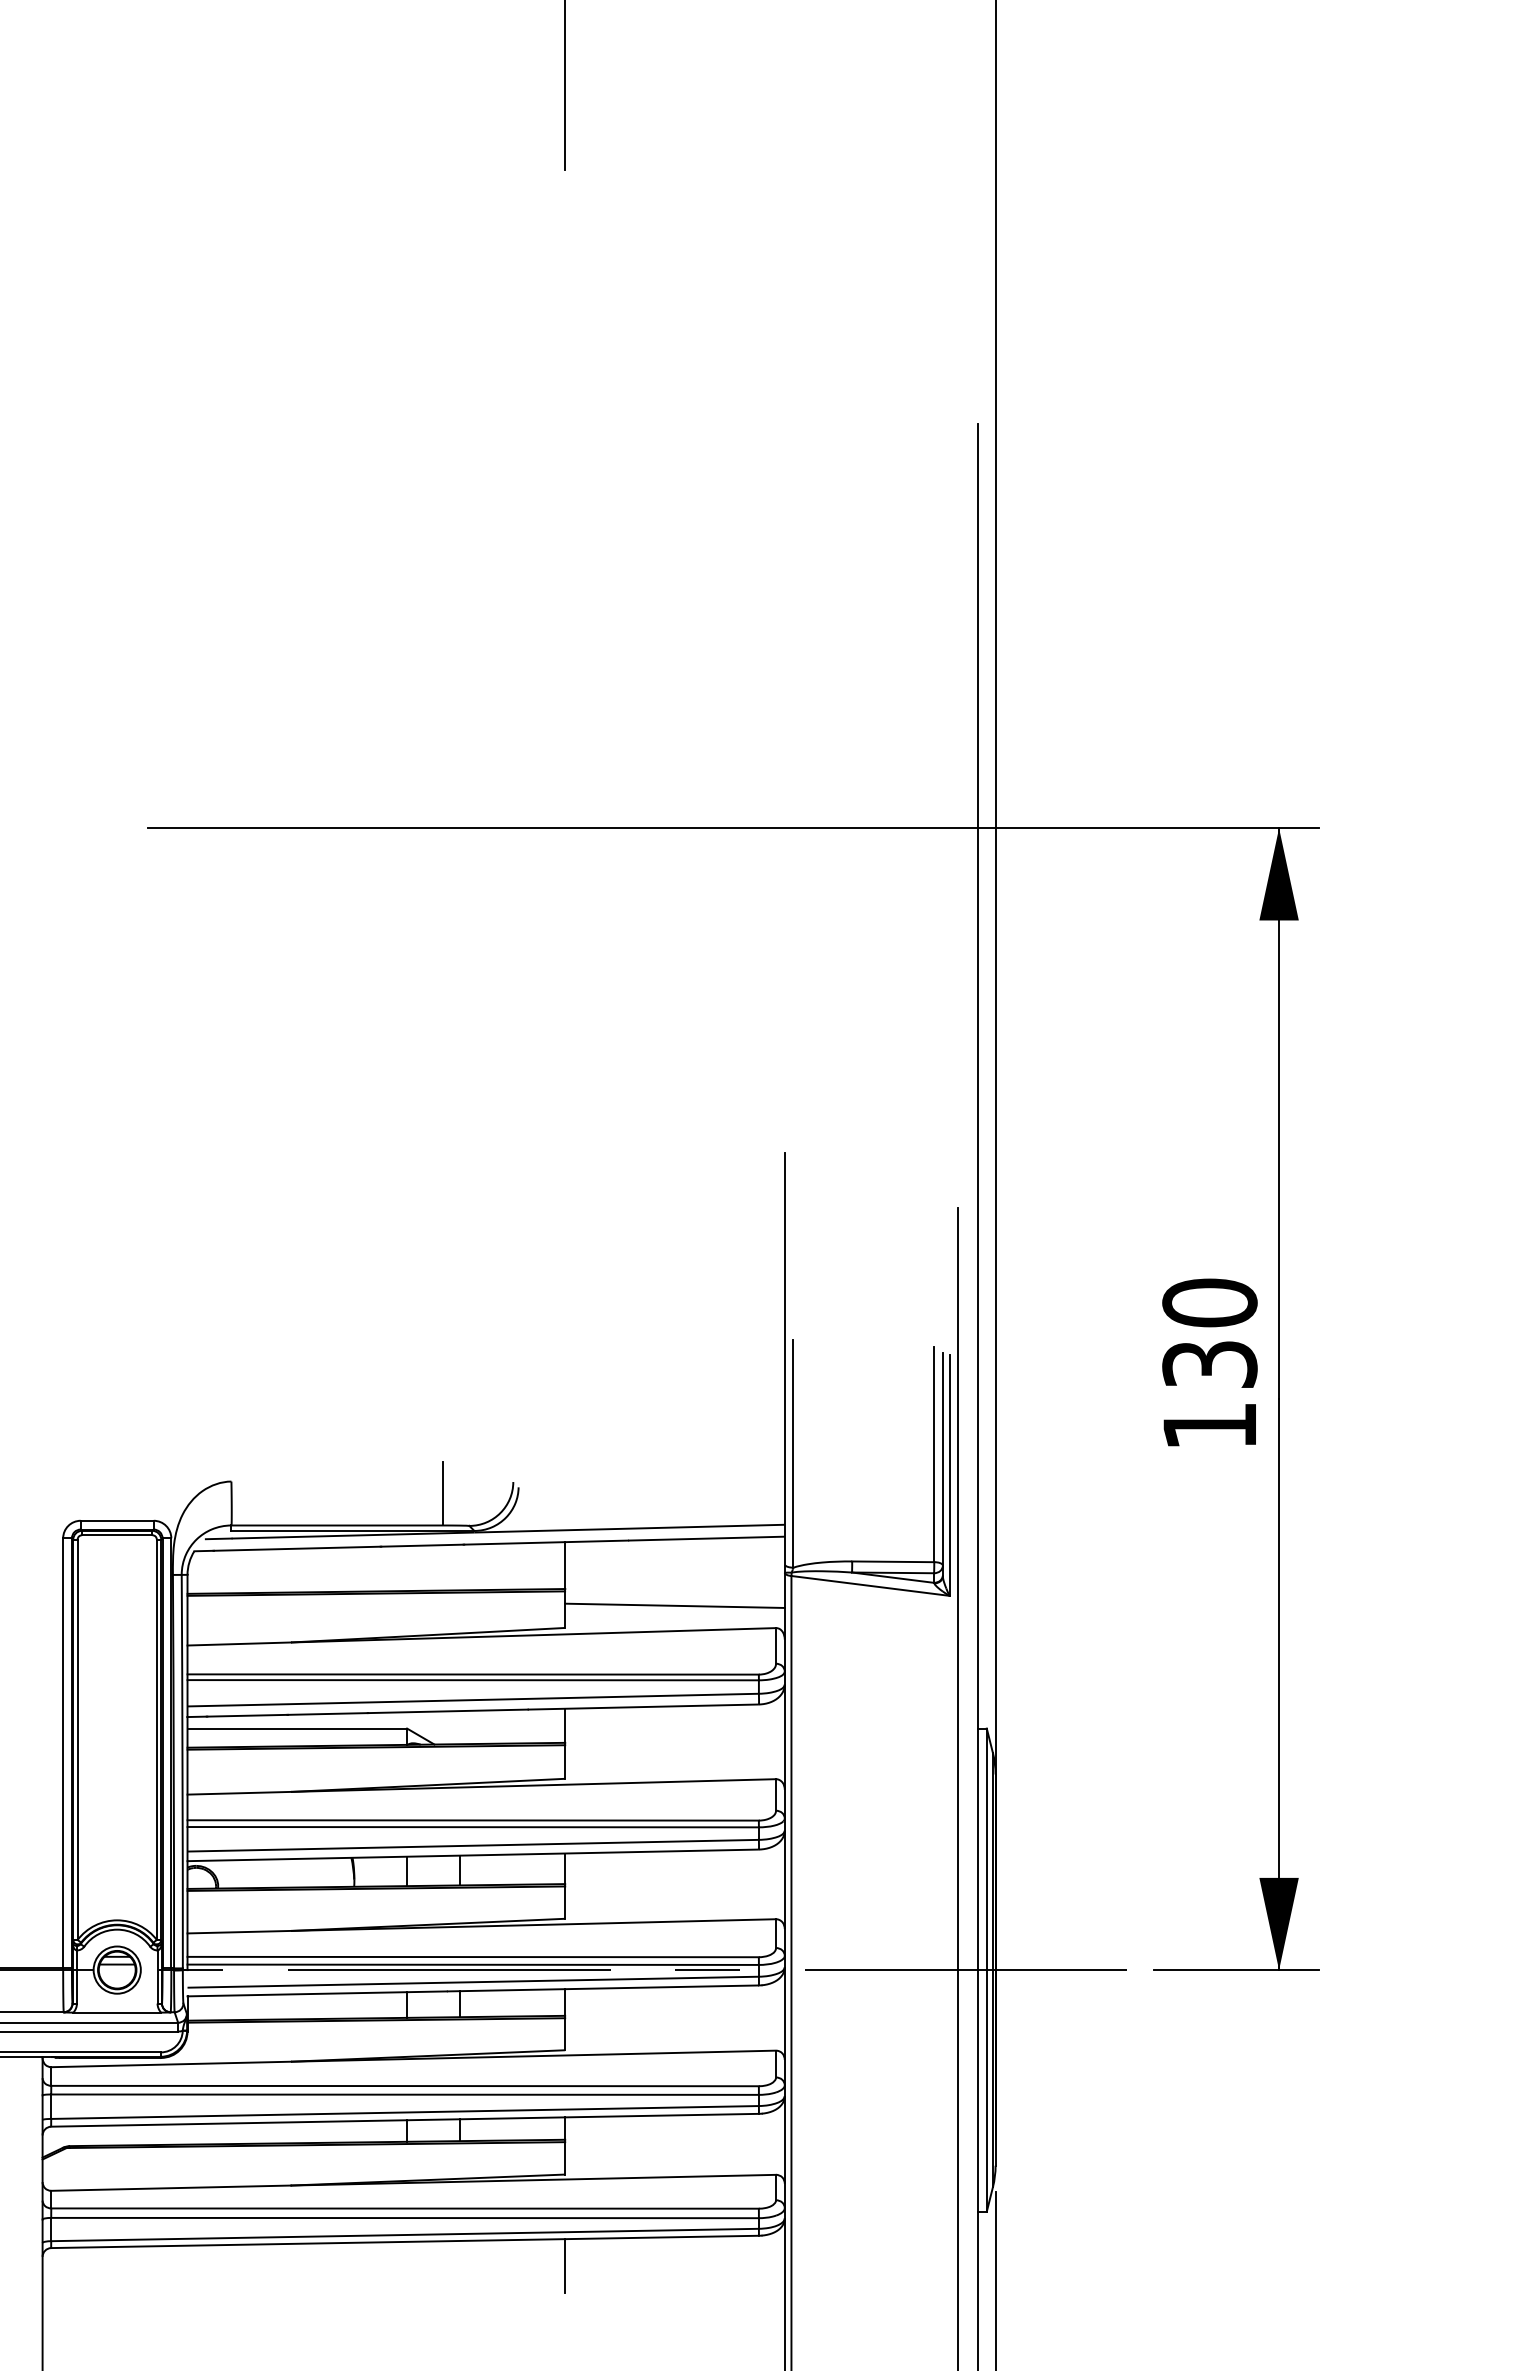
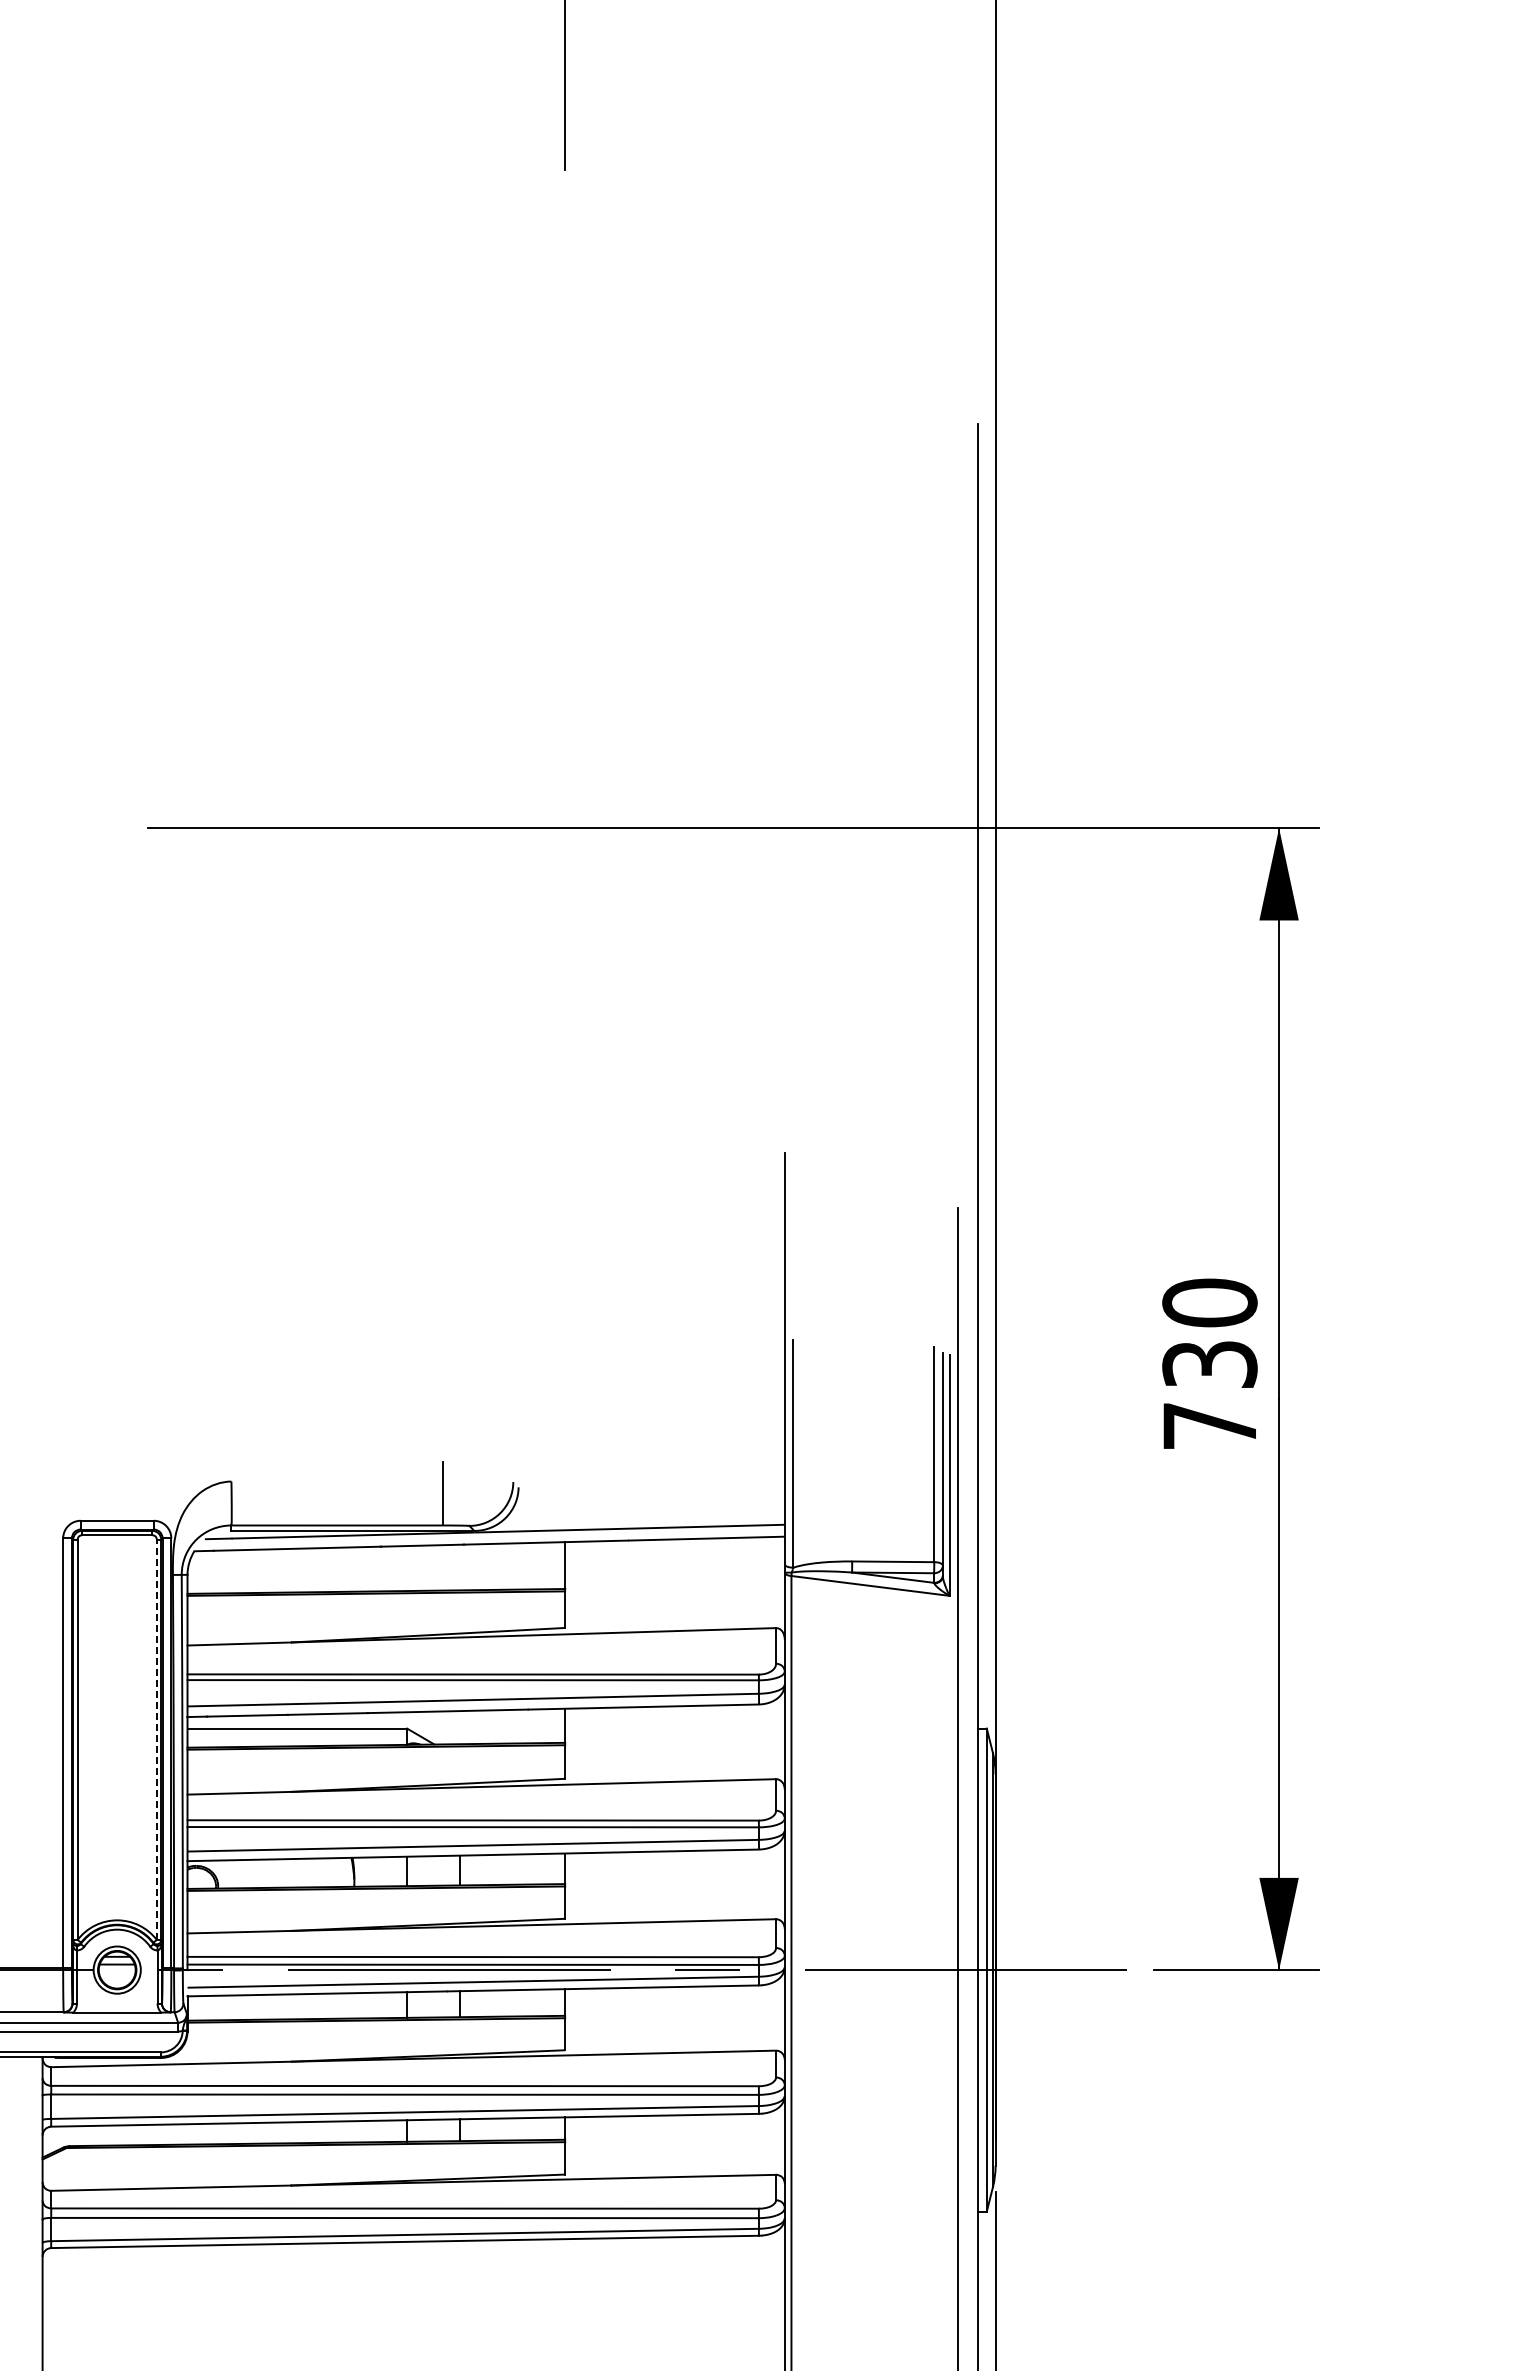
text at (1209, 1425): 130 -> 730
line at (674, 1605): present -> none
line at (156, 1739): solid -> dashed
line at (565, 2265): present -> none
